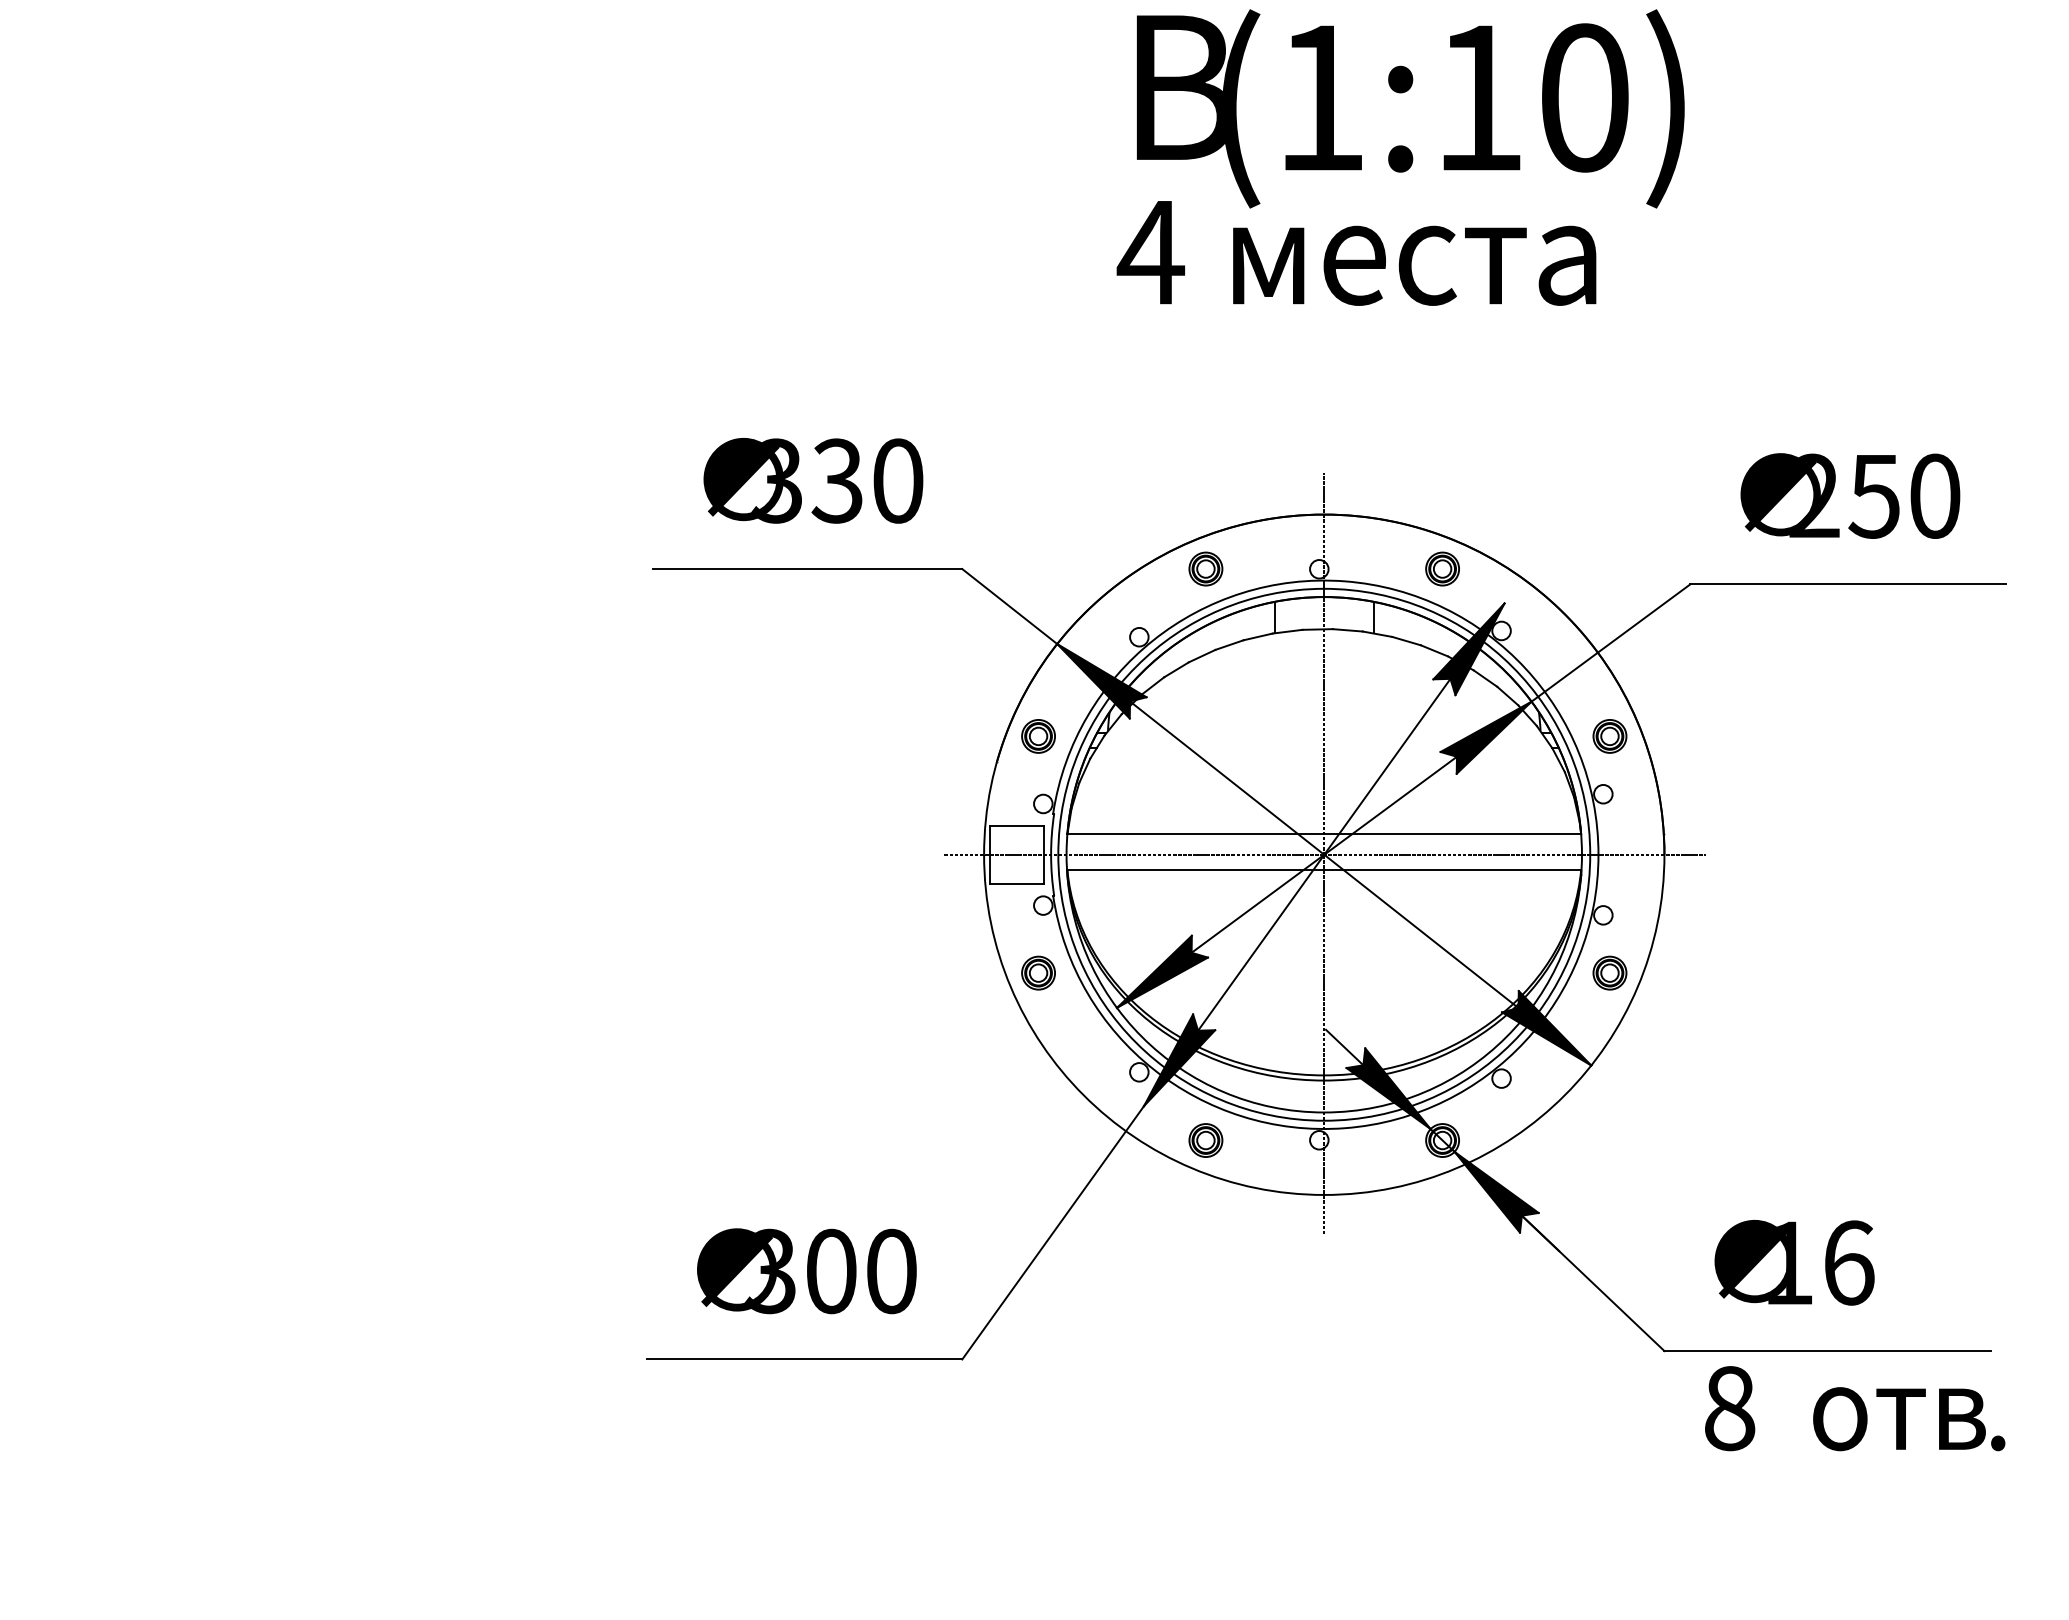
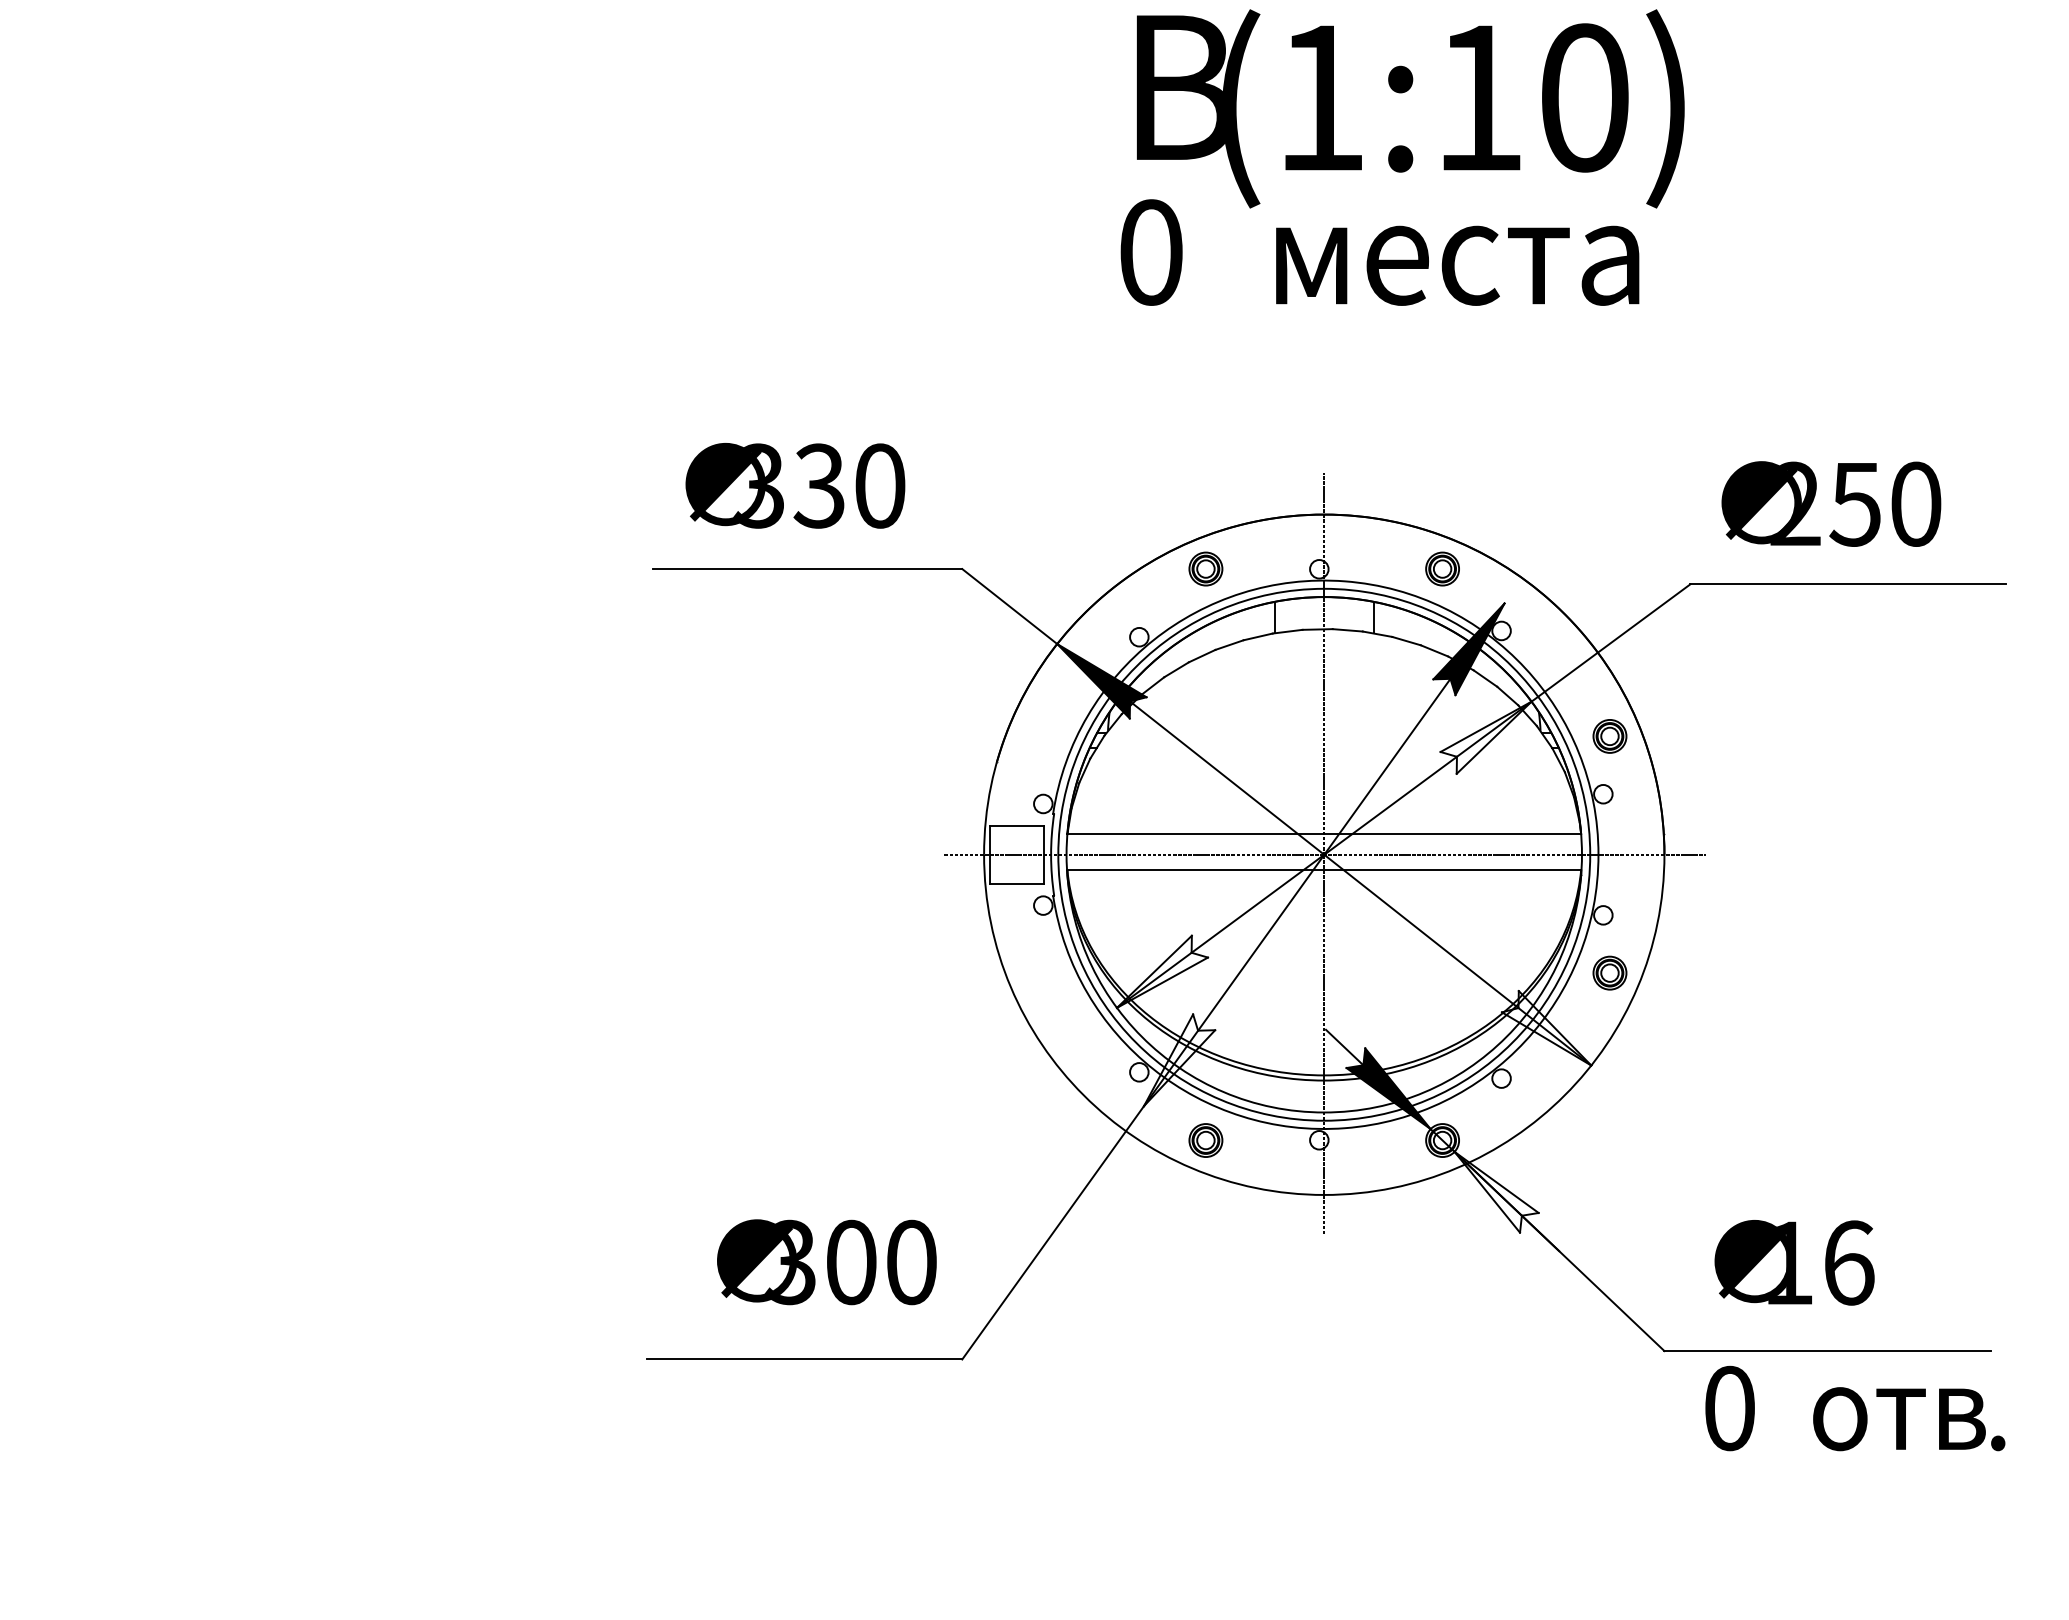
text at (1150, 252): 4 -> 0
text at (1414, 265) position: (1414, 265) -> (1457, 265)
text at (813, 480) position: (813, 480) -> (795, 485)
text at (1850, 495) position: (1850, 495) -> (1831, 503)
part at (1038, 736): present -> none
fill at (1485, 737): present -> none
fill at (1161, 971): present -> none
part at (1038, 972): present -> none
fill at (1546, 1028): present -> none
fill at (1179, 1060): present -> none
fill at (1496, 1191): present -> none
text at (806, 1271) position: (806, 1271) -> (826, 1262)
text at (1730, 1407): 8 -> 0
